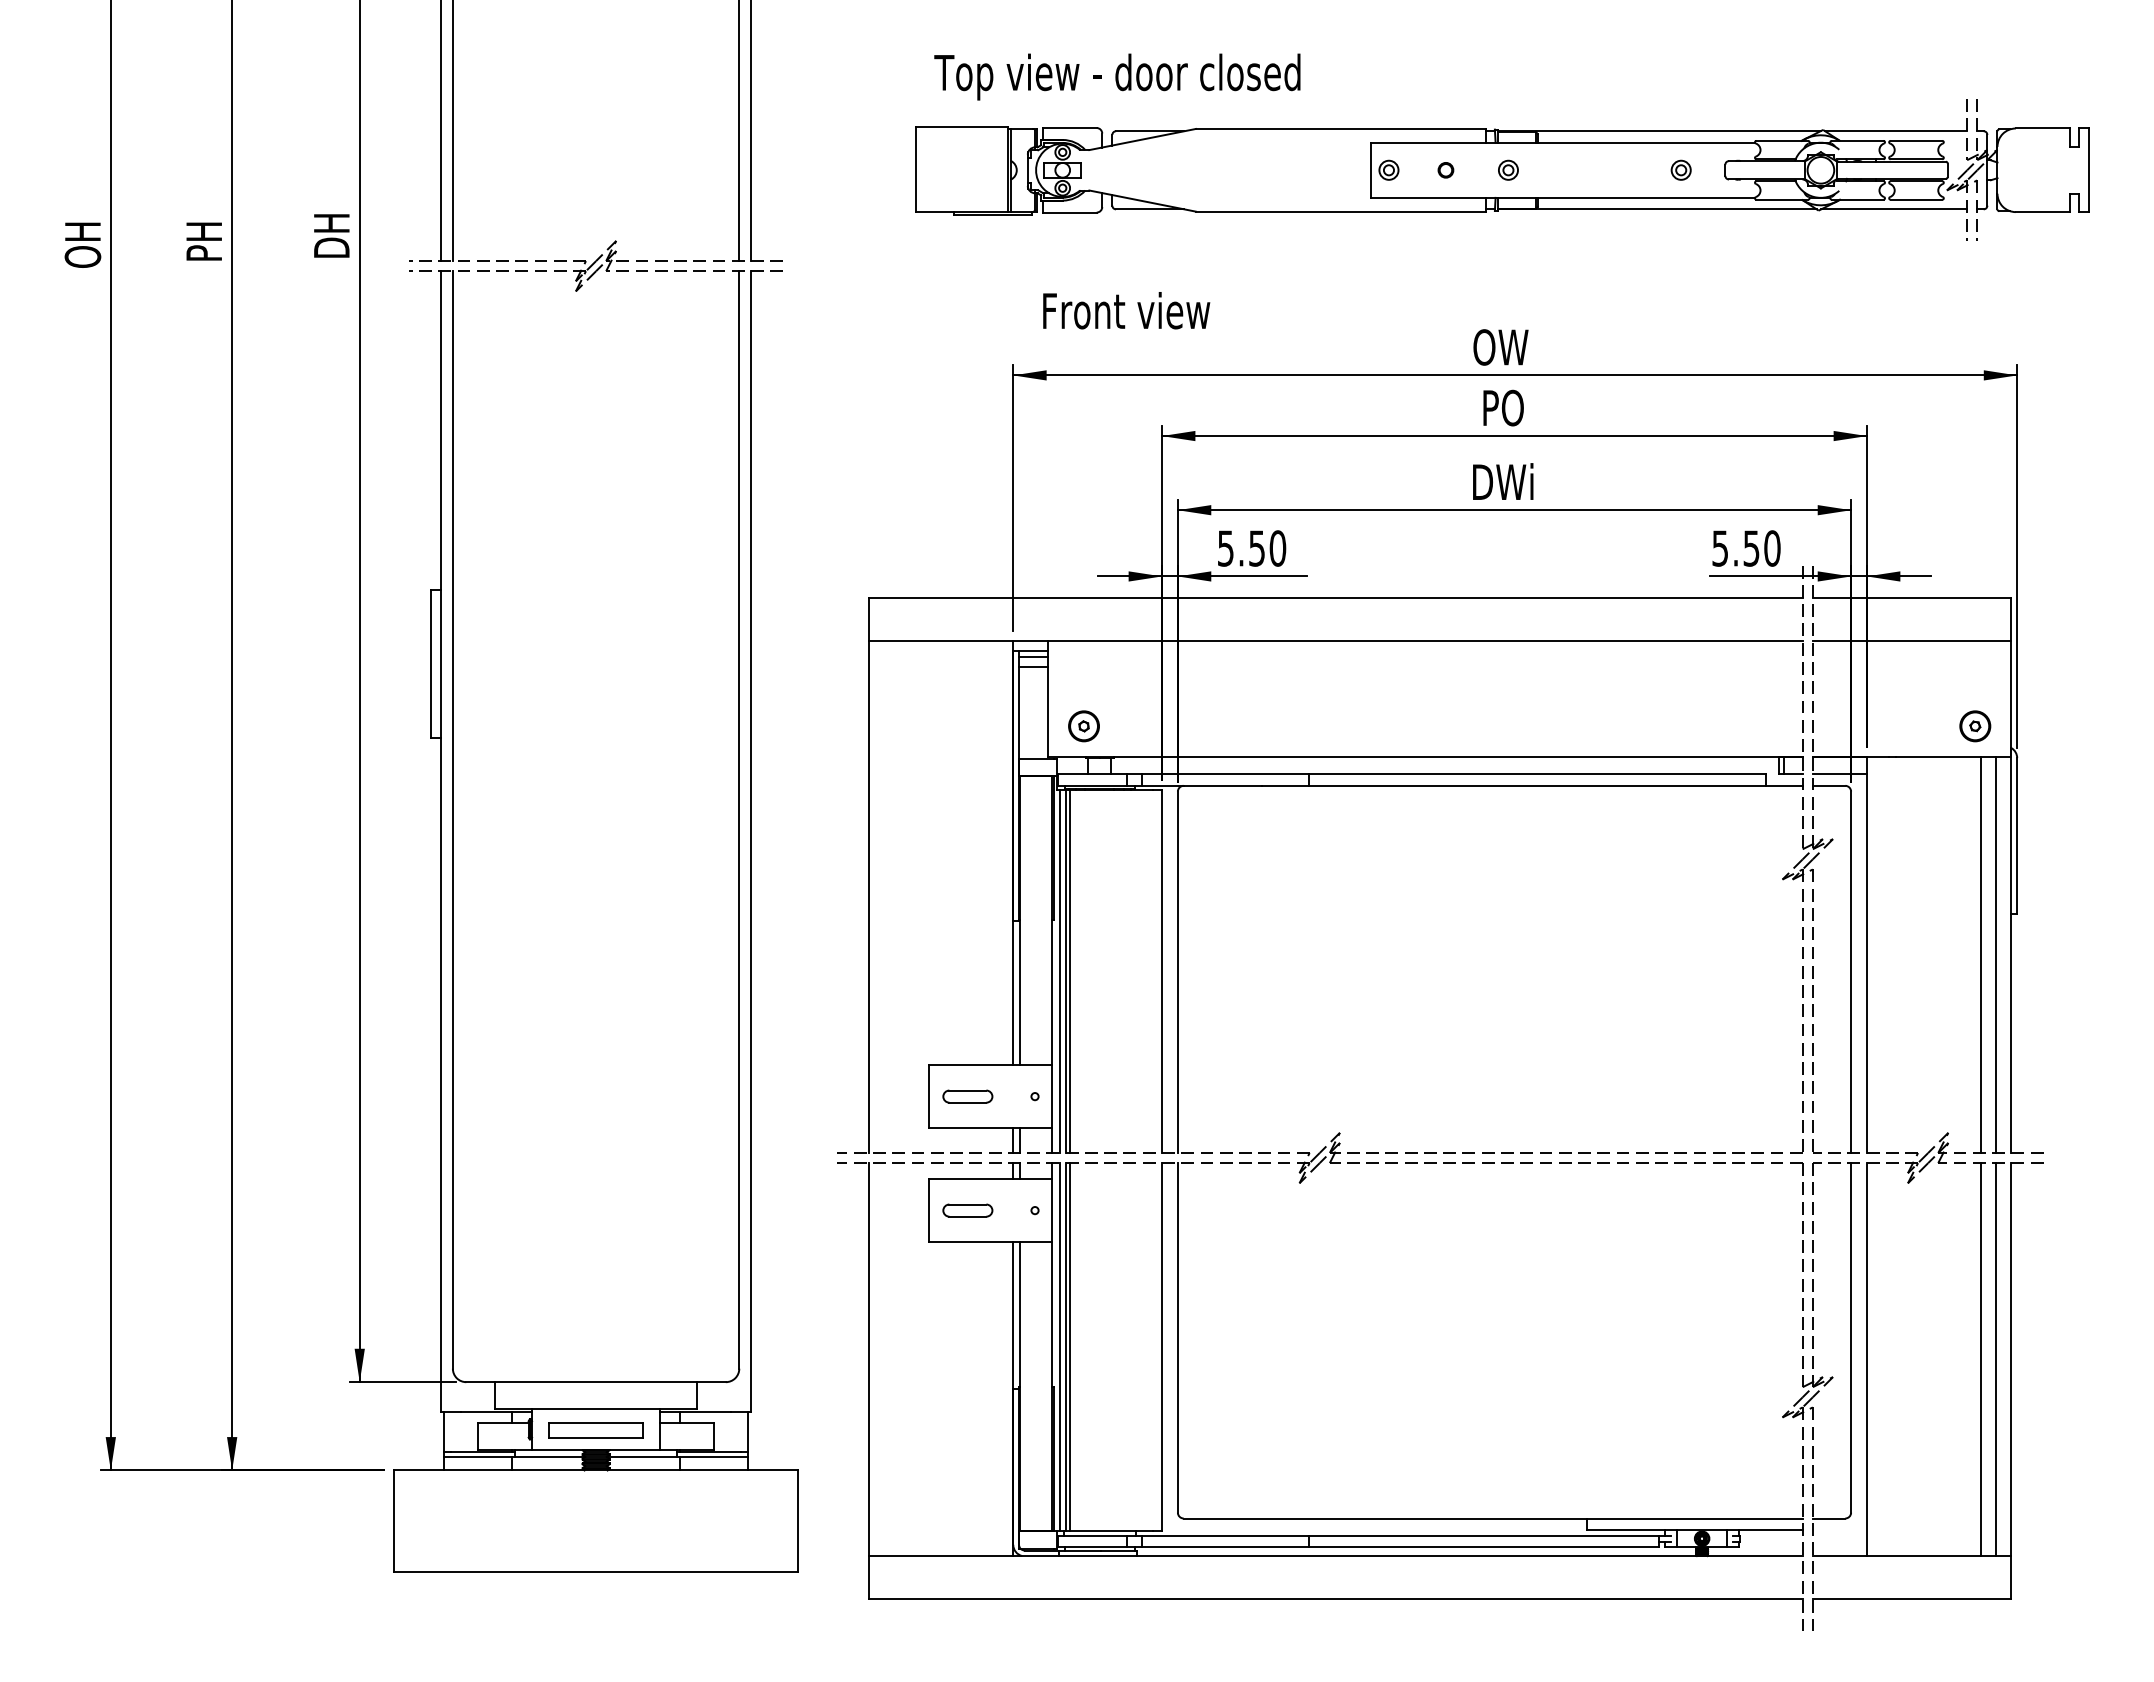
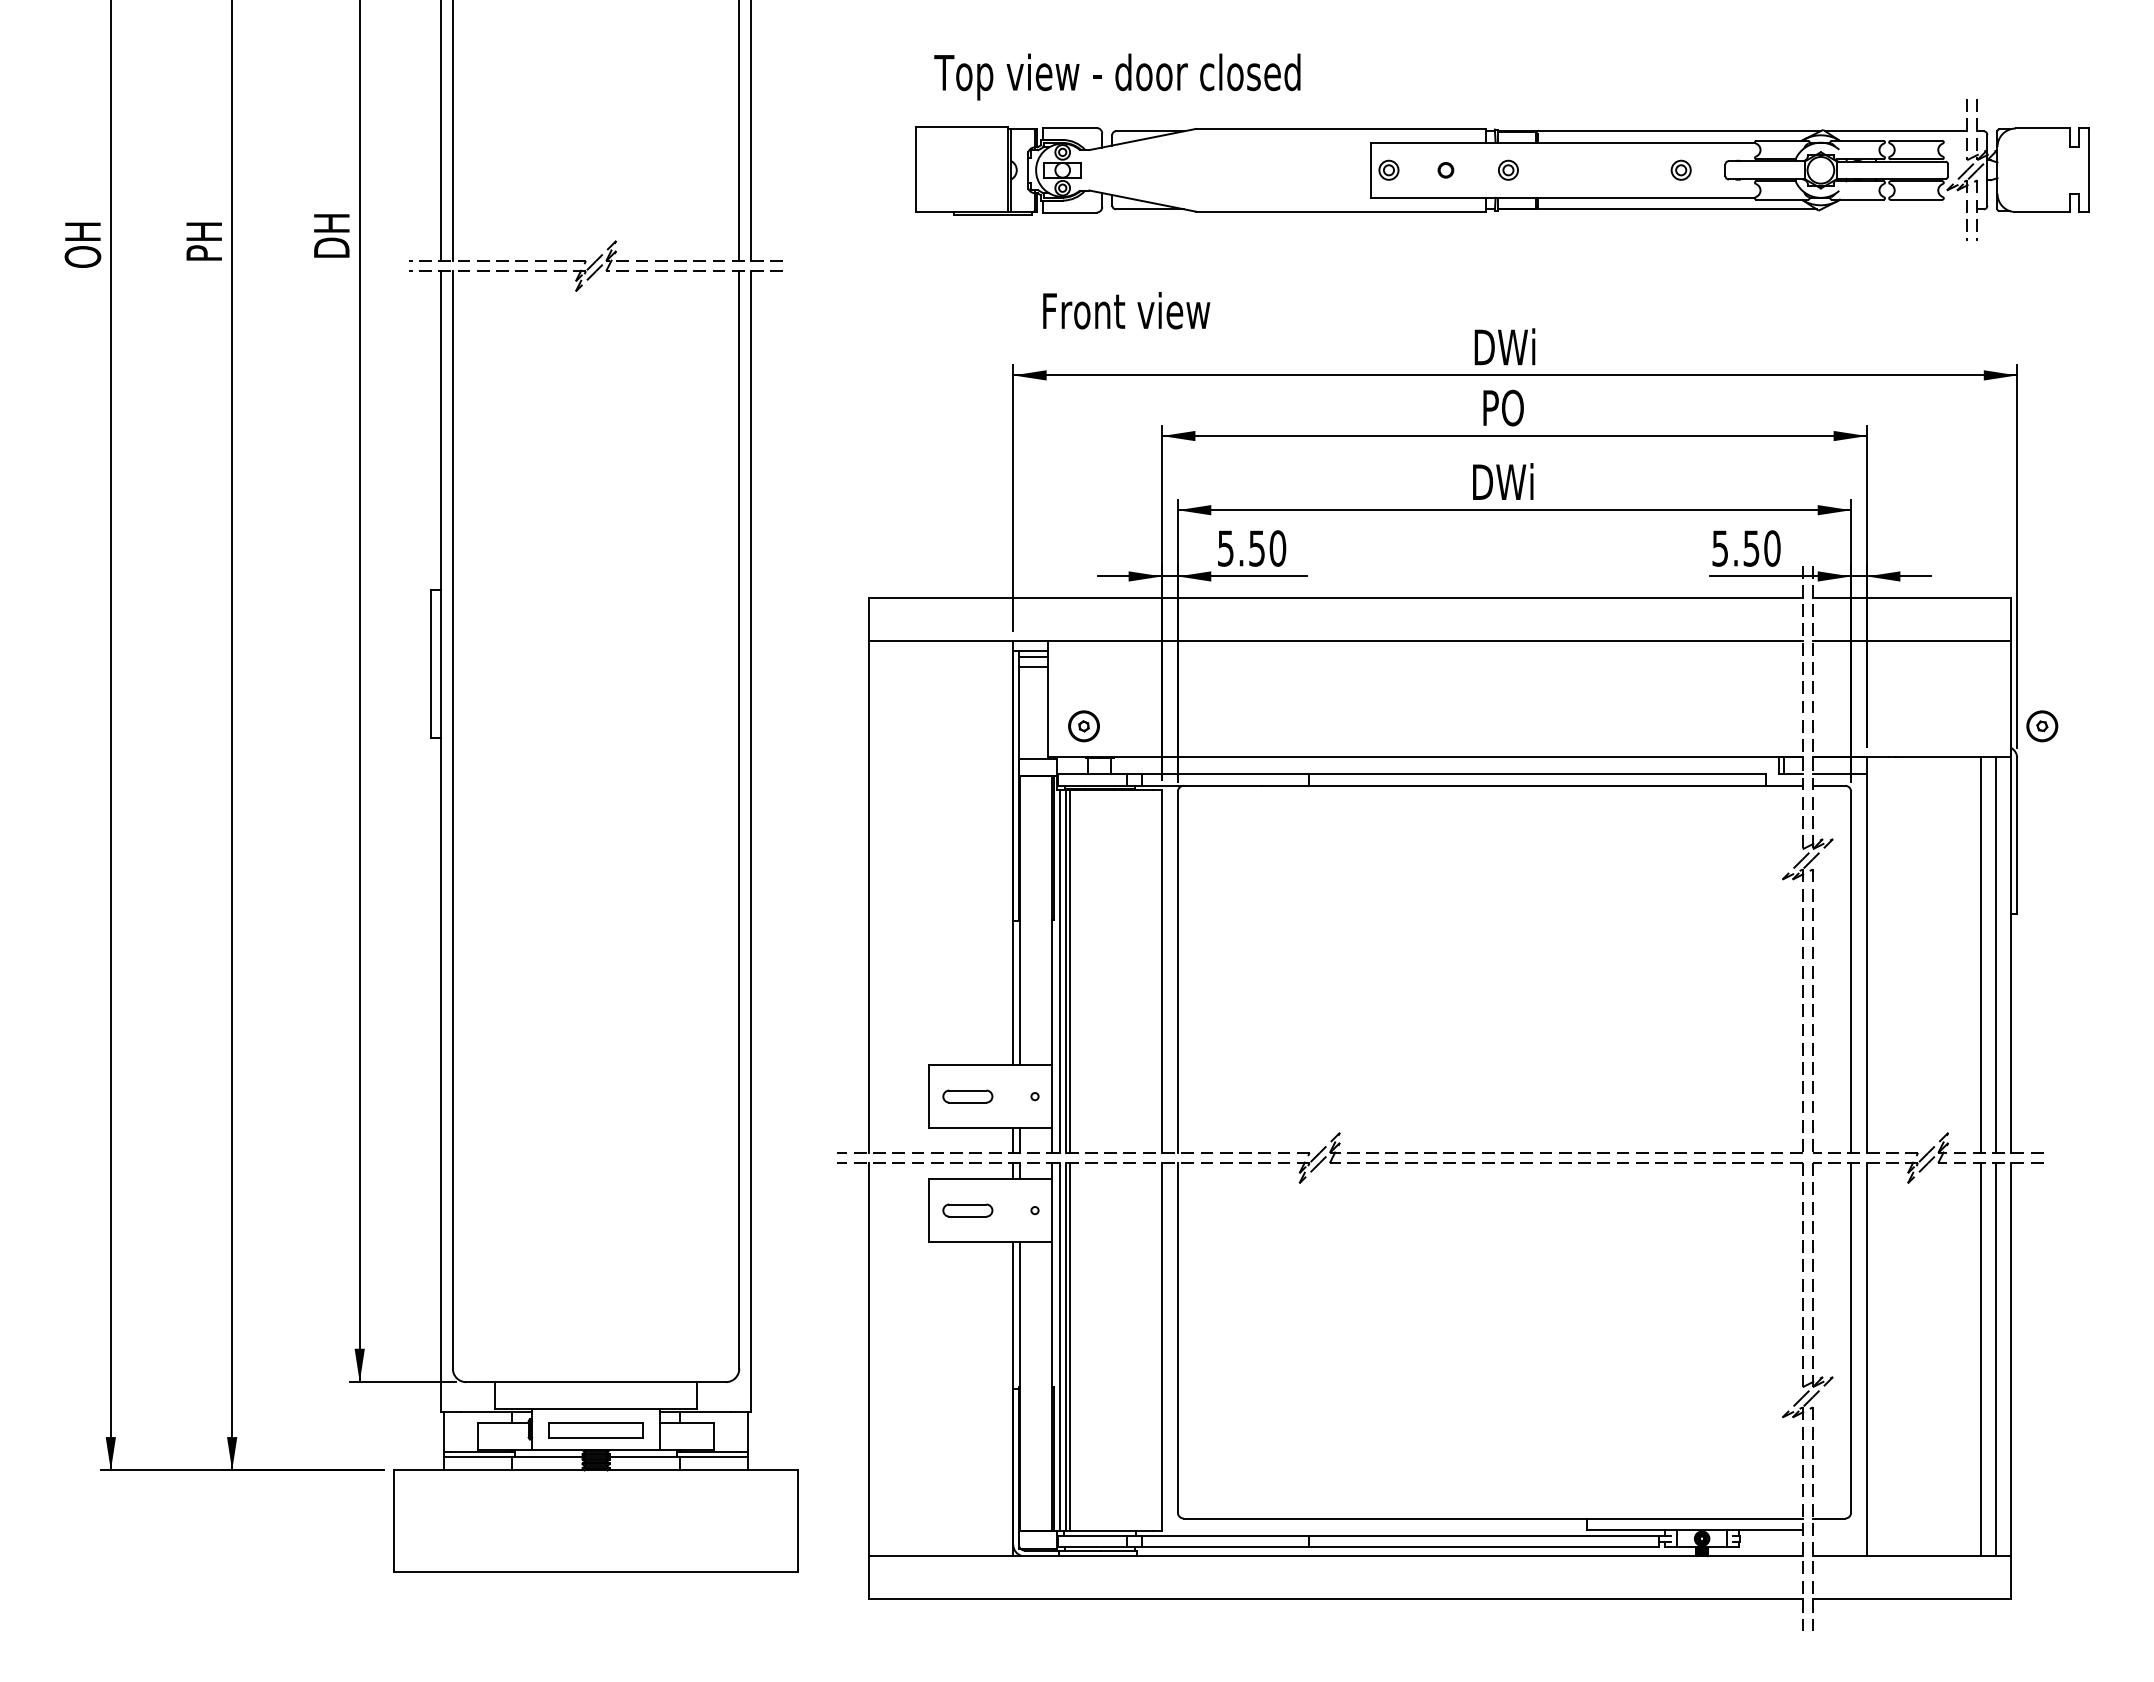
line at (1894, 209): present -> none
text at (1504, 346): OW -> DWi
part at (1975, 726) position: (1975, 726) -> (2042, 726)
